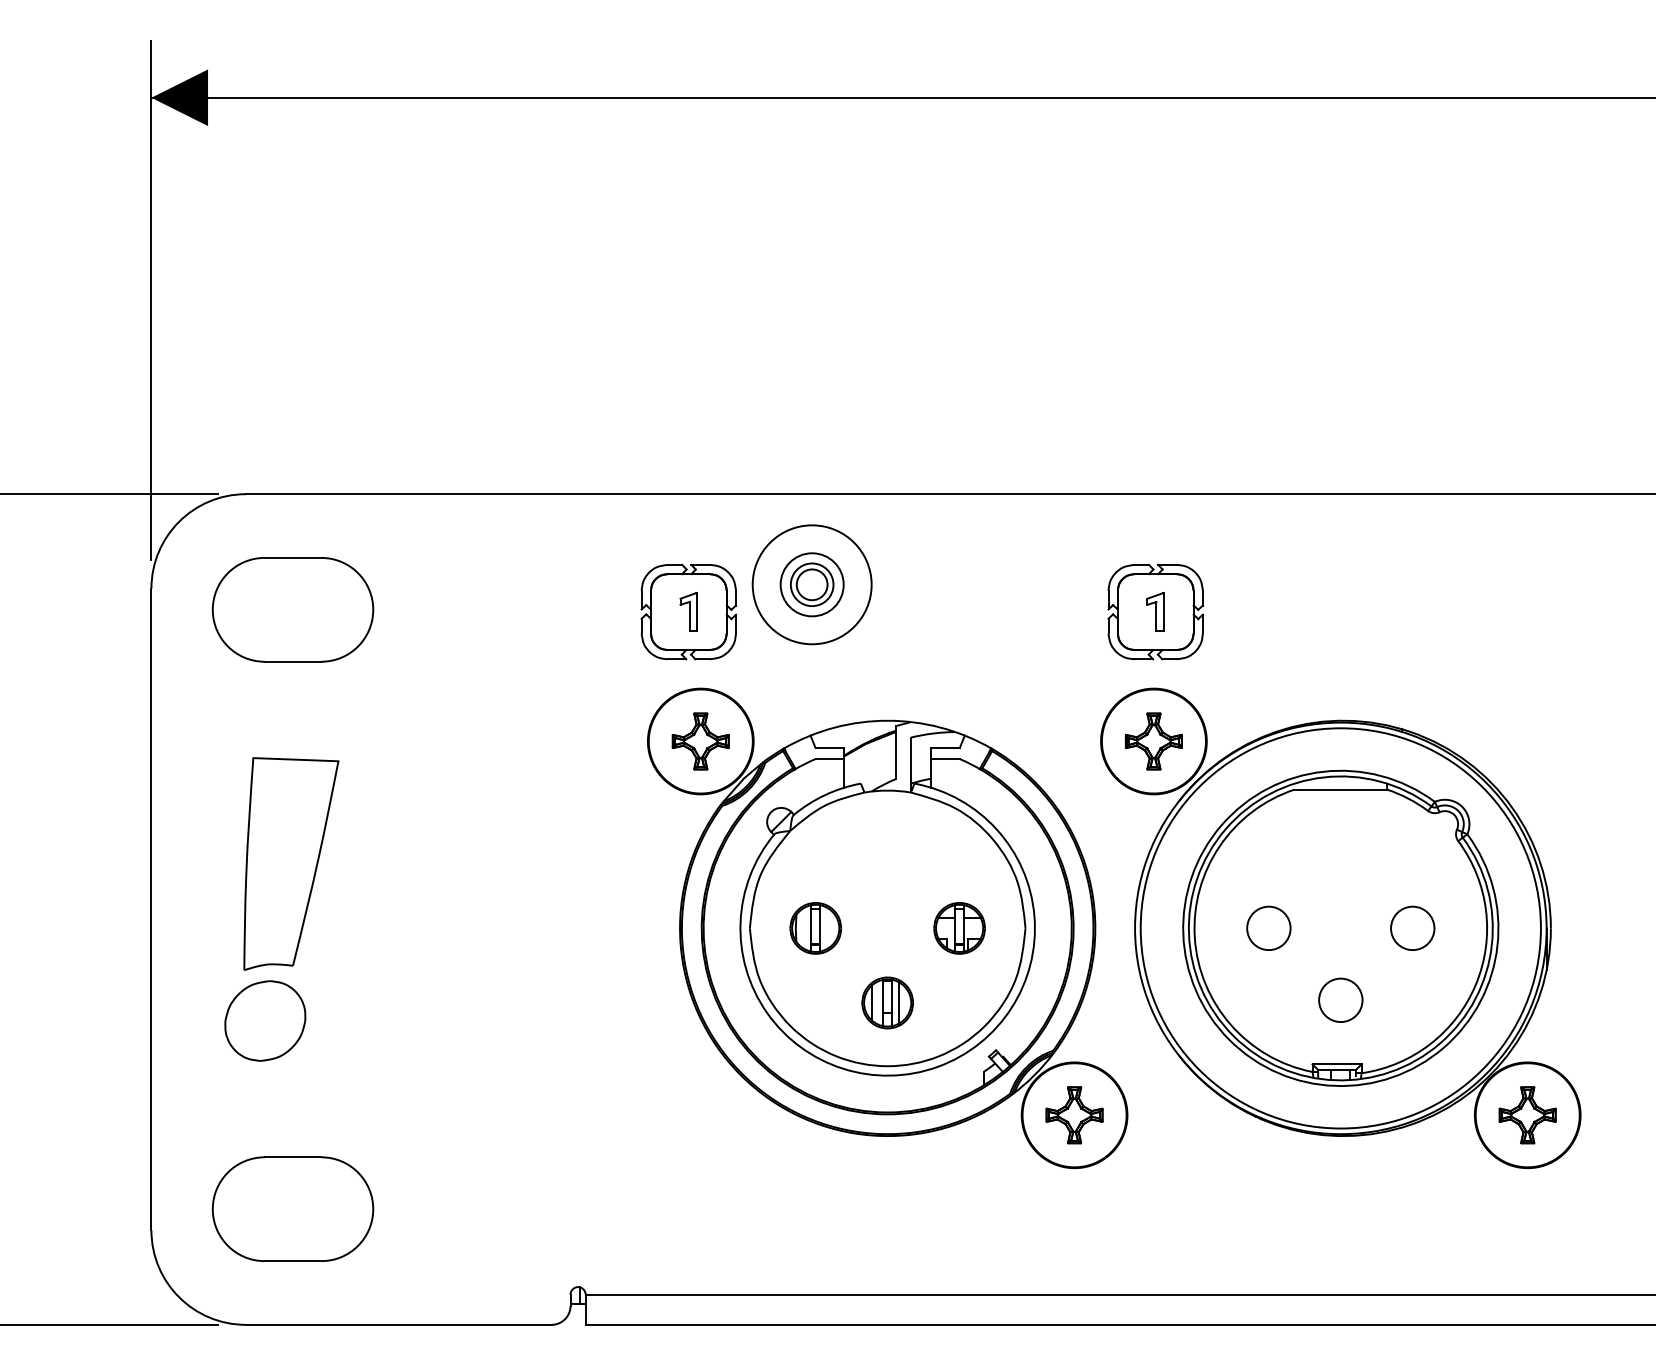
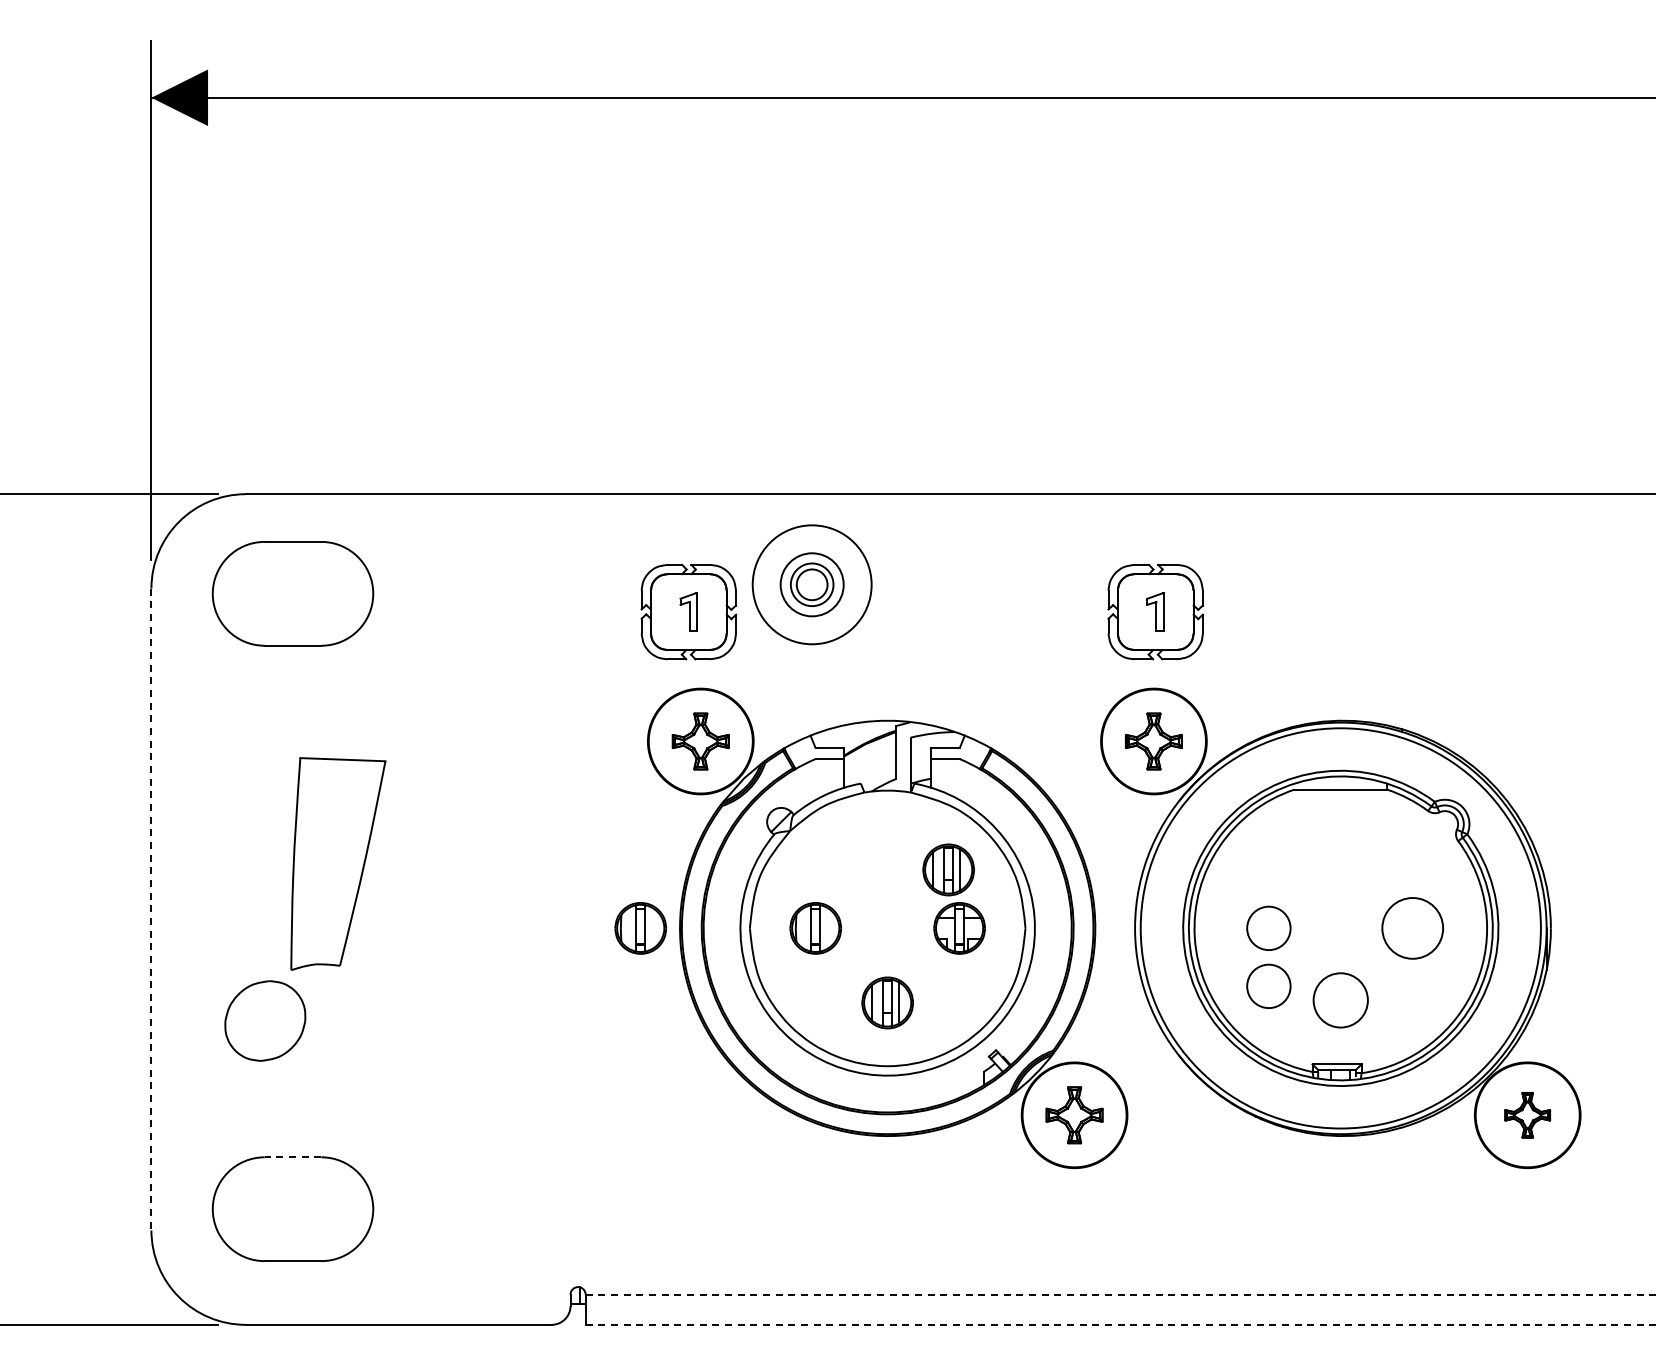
part at (292, 609) position: (292, 609) -> (292, 593)
part at (291, 863) position: (291, 863) -> (338, 863)
part at (948, 869): none -> present
line at (151, 909): solid -> dashed
part at (640, 928): none -> present
circle at (1412, 928) diameter: 43 px -> 61 px
circle at (1268, 985): none -> present
circle at (1340, 999) size: 46x46 px -> 57x57 px
part at (1527, 1115) size: 59x59 px -> 48x48 px
line at (292, 1157): solid -> dashed
line at (1121, 1294): solid -> dashed
line at (1121, 1324): solid -> dashed
